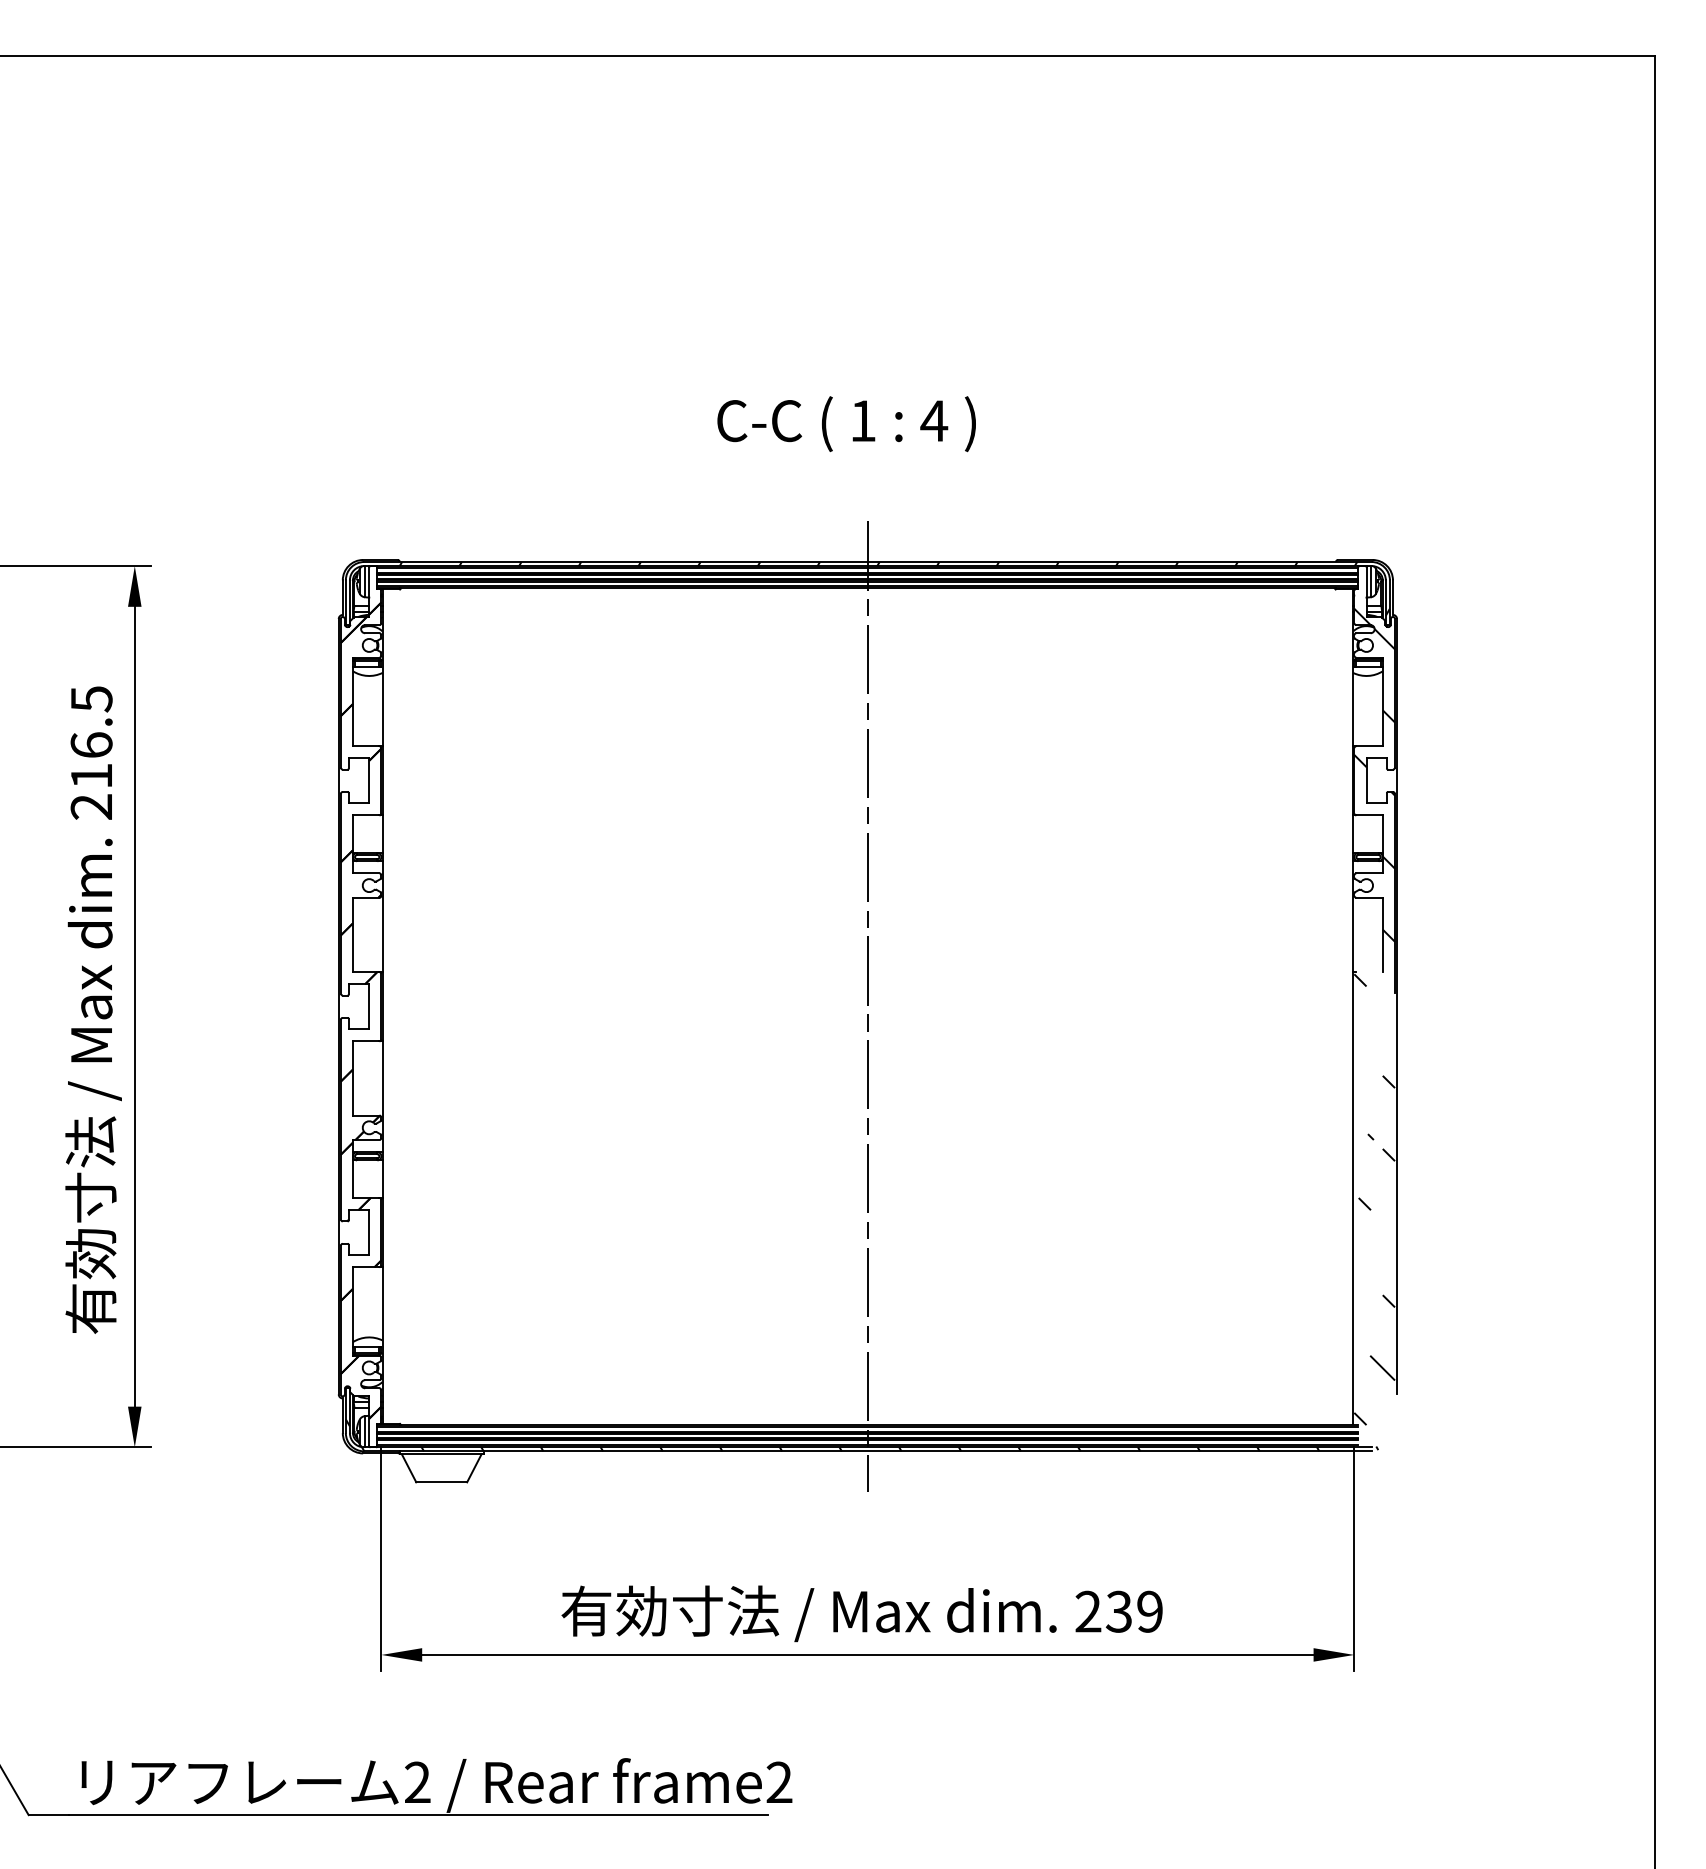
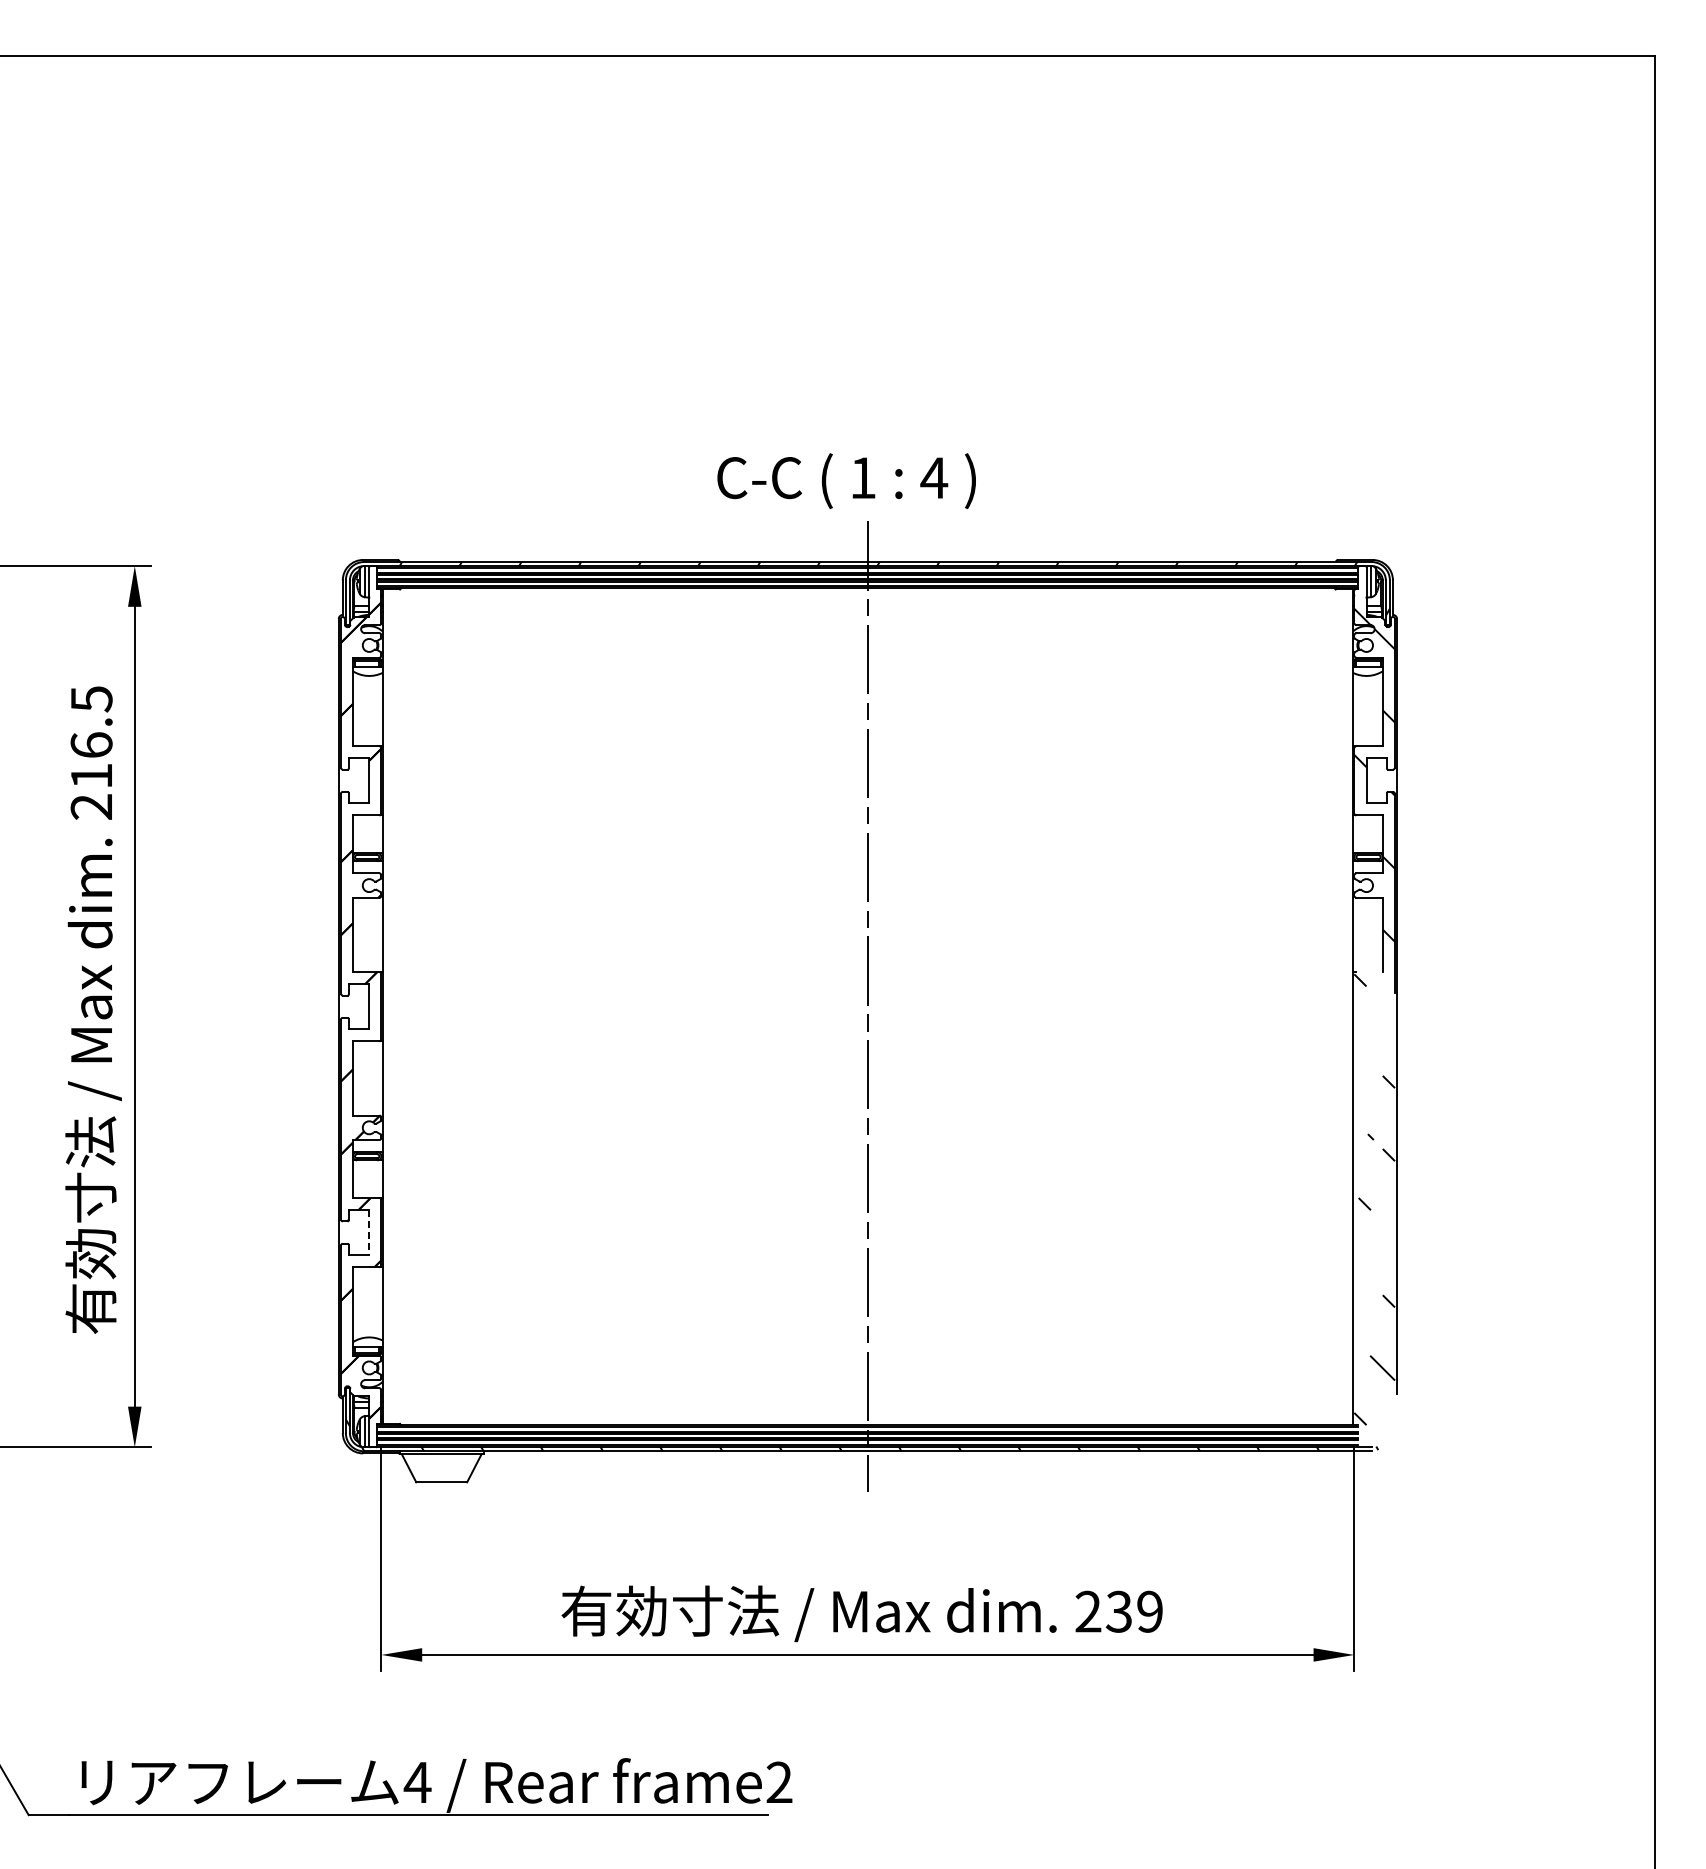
text at (846, 424) position: (846, 424) -> (846, 481)
line at (369, 1233): solid -> dashed
text at (417, 1781): 2 -> 4
